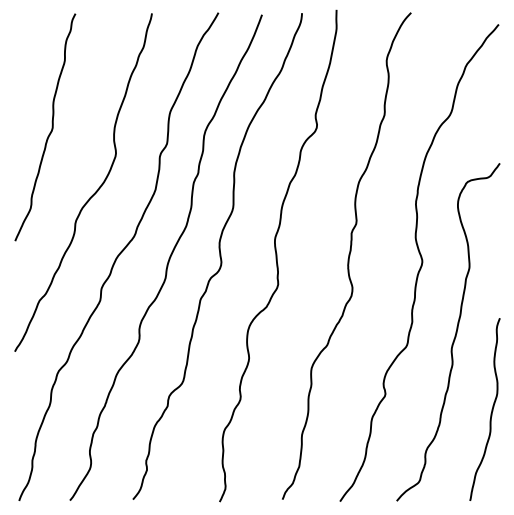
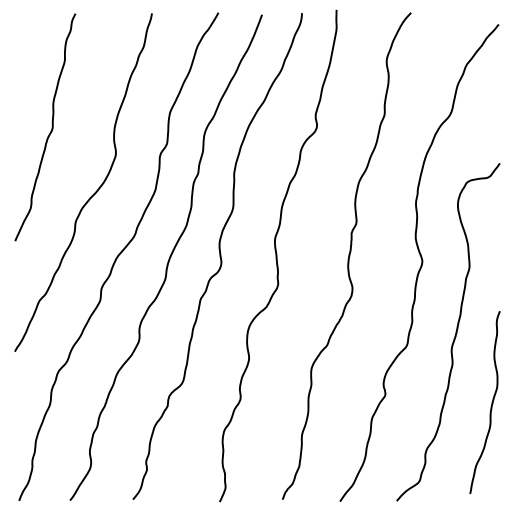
curve at (491, 409) position: (491, 409) -> (491, 402)
